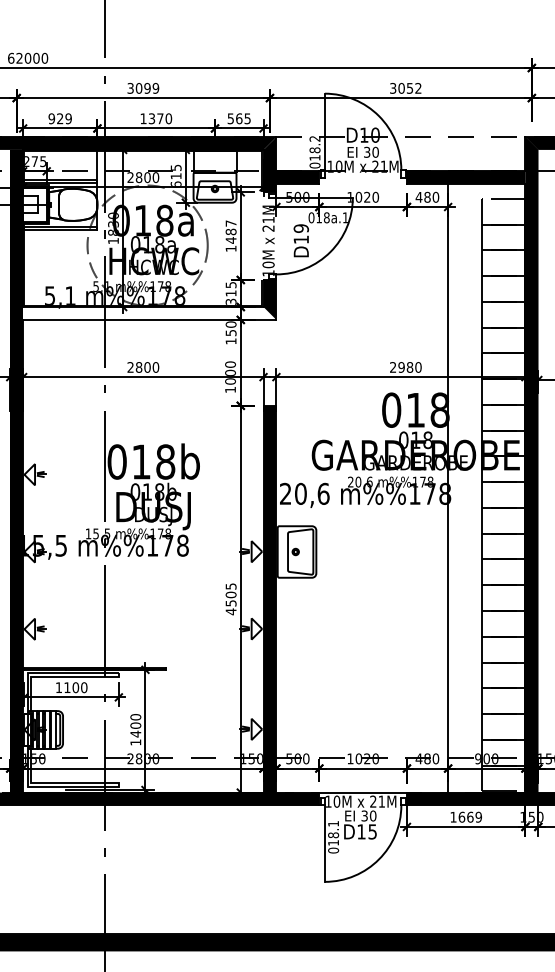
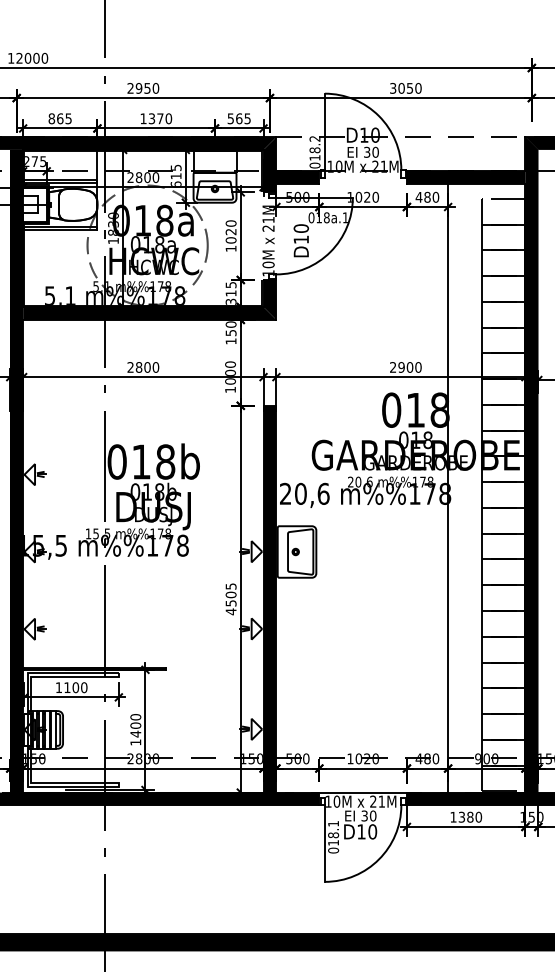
text at (11, 57): 62000 -> 12000
text at (142, 87): 3099 -> 2950
text at (418, 88): 3052 -> 3050
text at (59, 118): 929 -> 865
text at (301, 228): D19 -> D10
text at (230, 231): 1487 -> 1020
fill at (149, 313): none -> present
text at (409, 367): 2980 -> 2900
text at (469, 816): 1669 -> 1380
text at (372, 831): D15 -> D10
